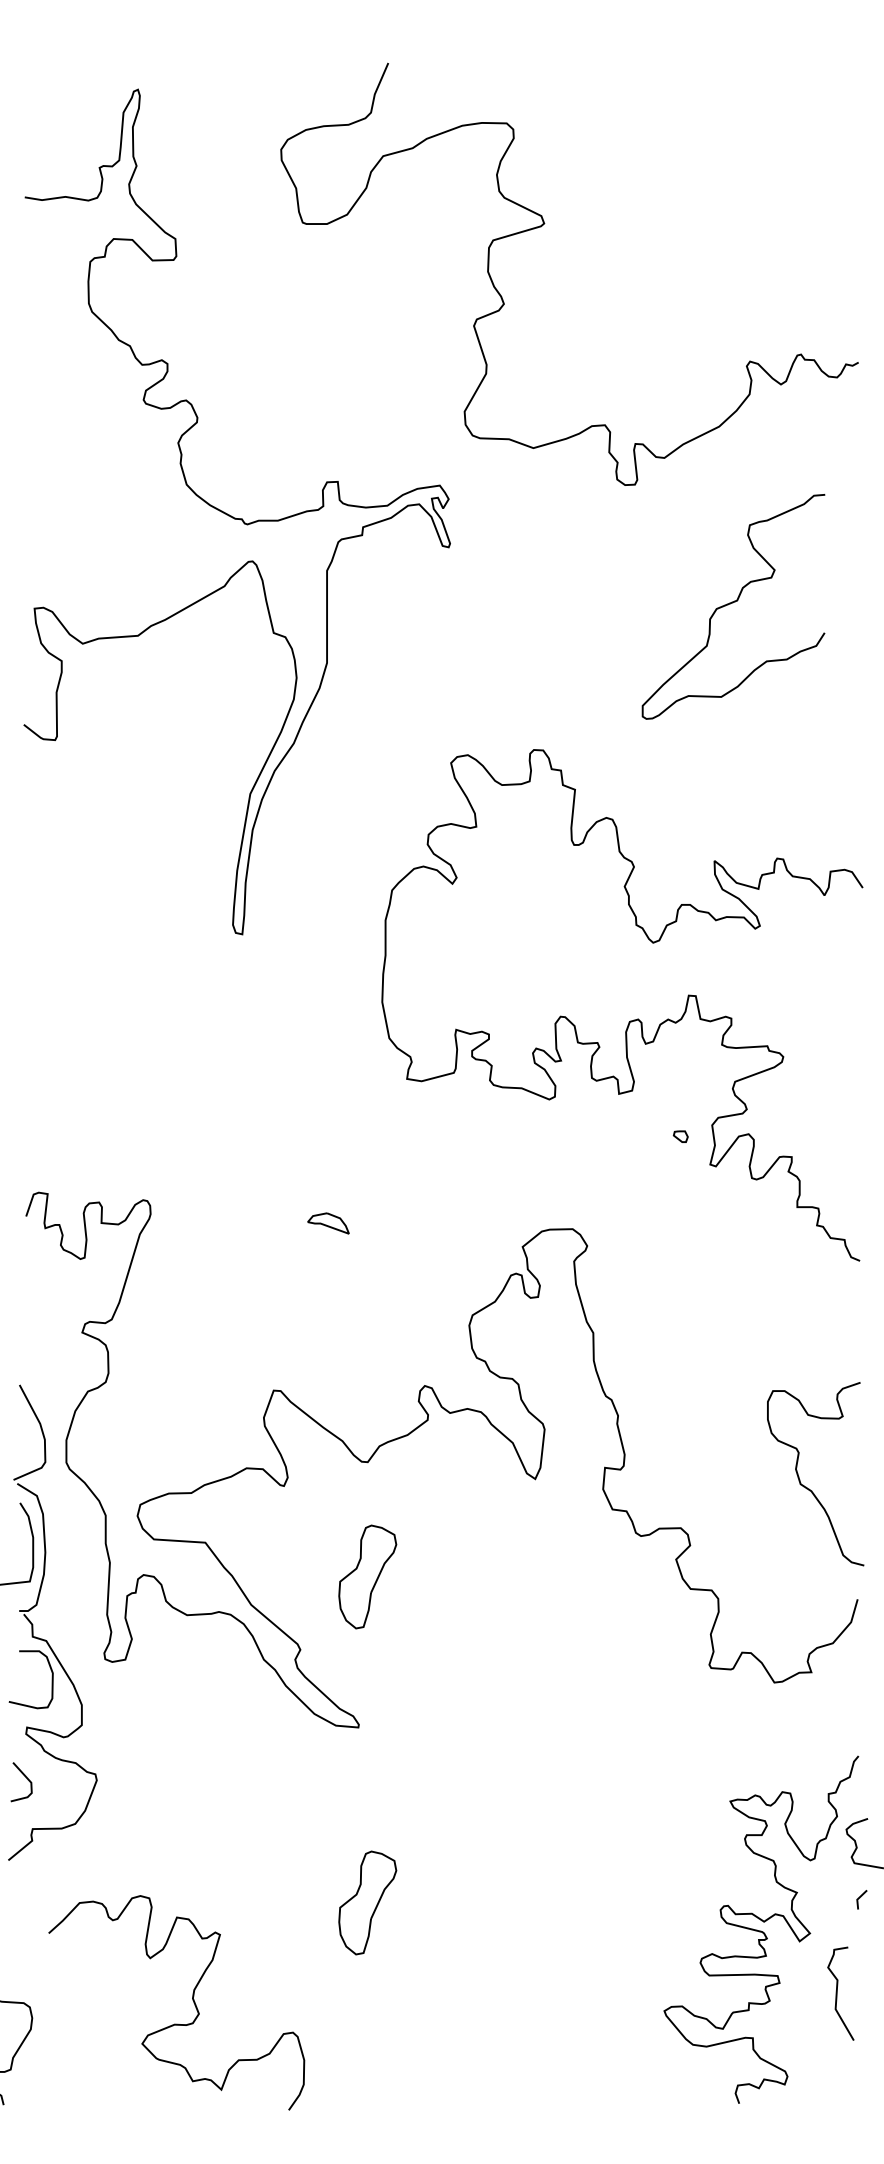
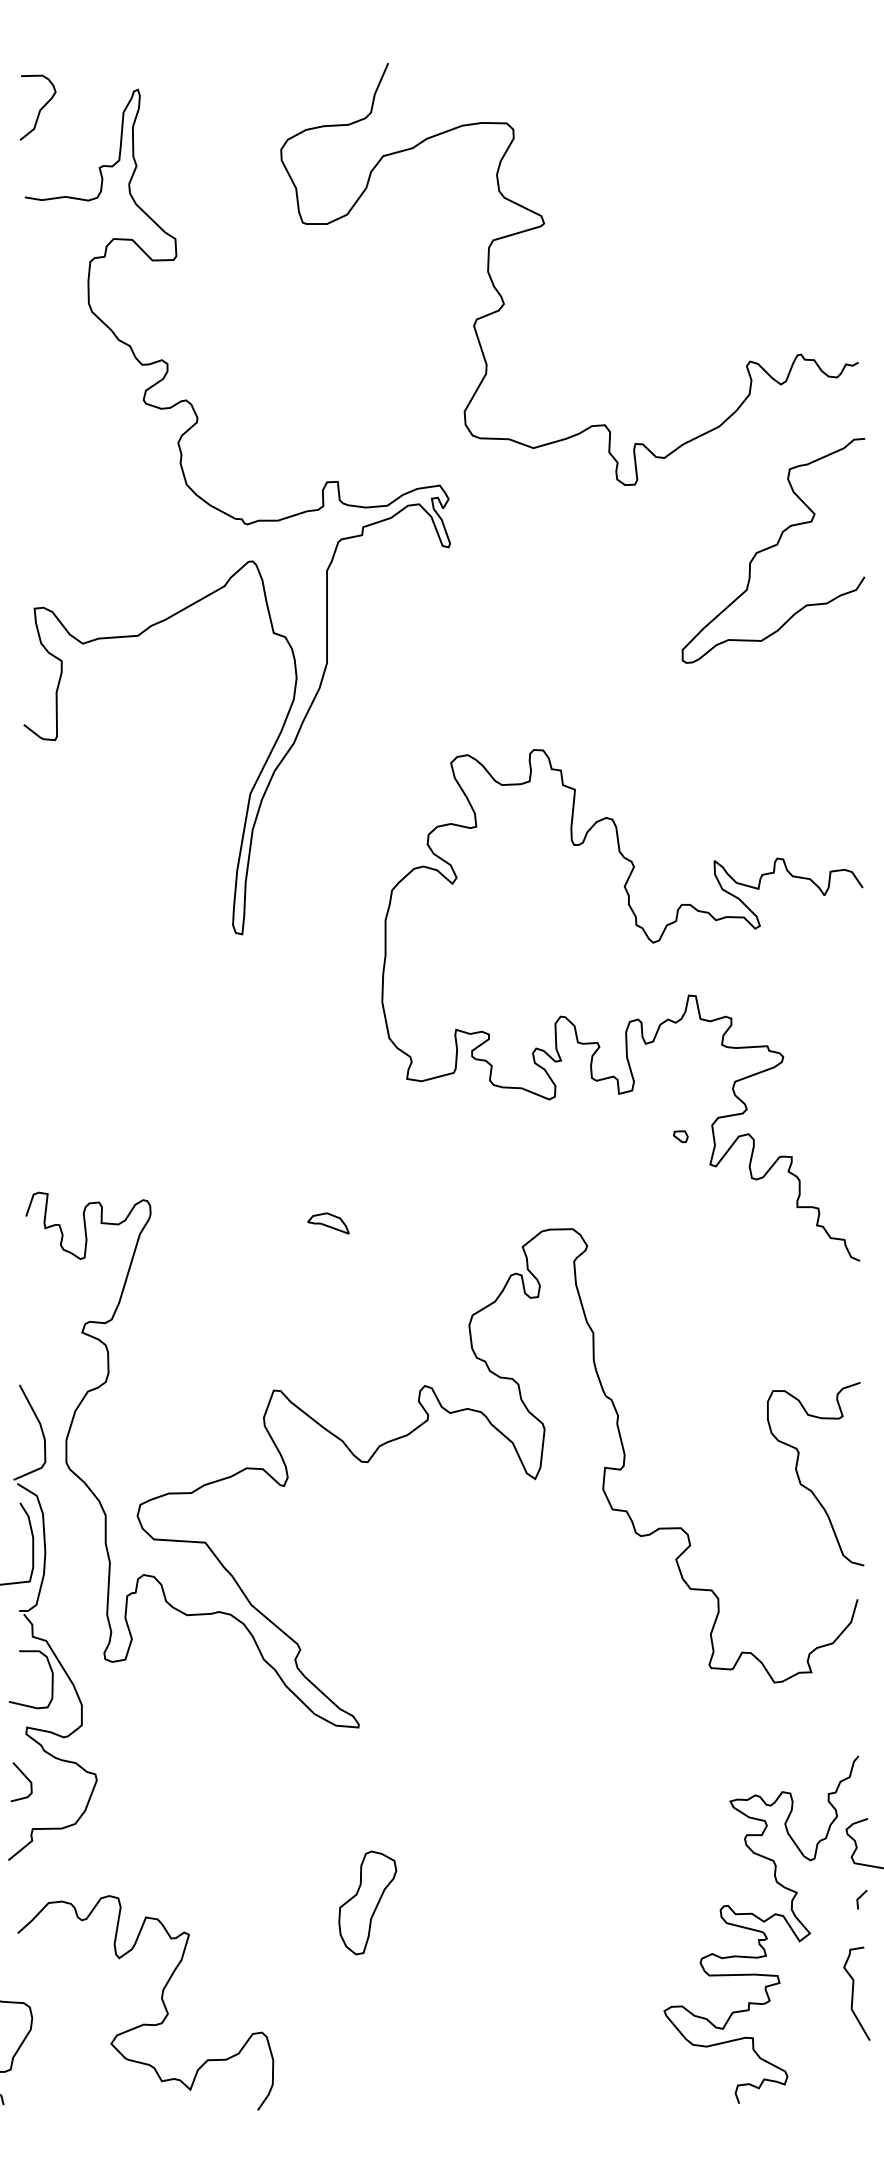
curve at (39, 109): none -> present
curve at (733, 603) position: (733, 603) -> (773, 547)
part at (367, 1576): present -> none
curve at (837, 1993) position: (837, 1993) -> (853, 1993)
curve at (192, 2000) position: (192, 2000) -> (161, 2000)
